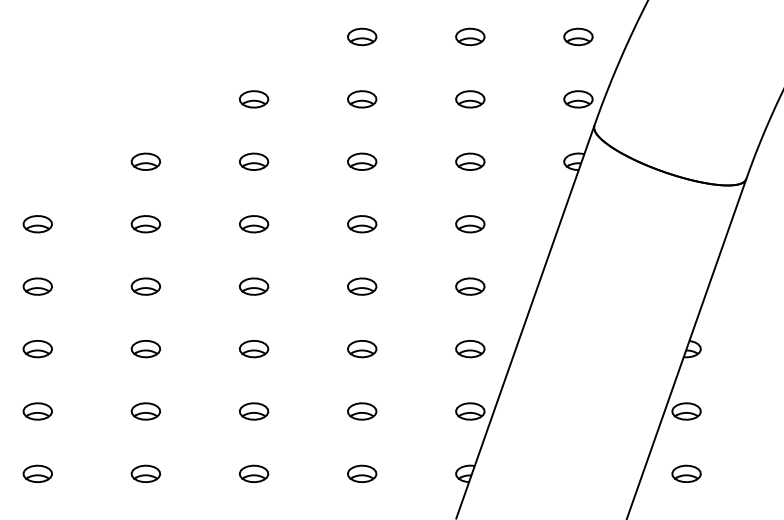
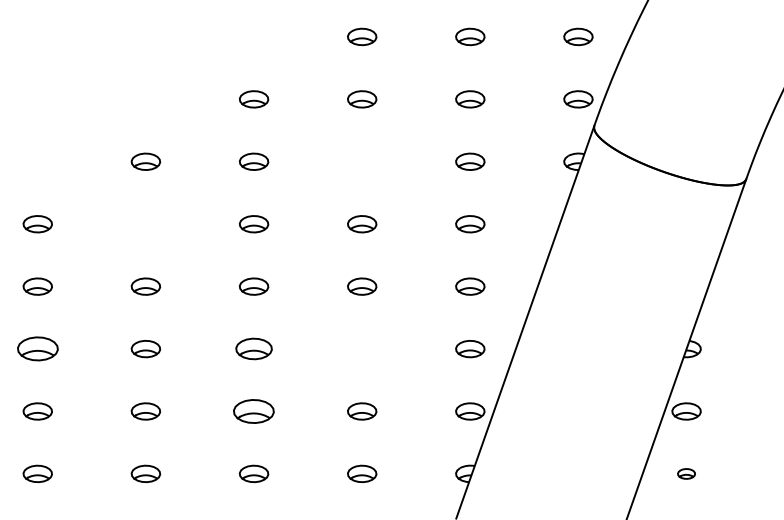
part at (362, 161): present -> none
part at (145, 224): present -> none
part at (37, 349) size: 31x19 px -> 42x26 px
part at (253, 349) size: 32x19 px -> 38x24 px
part at (362, 349): present -> none
part at (254, 411) size: 31x19 px -> 42x25 px
part at (686, 473) size: 31x20 px -> 19x12 px
